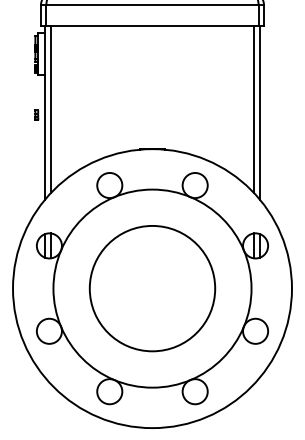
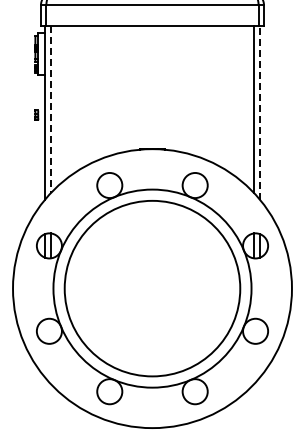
line at (50, 110): solid -> dashed
line at (259, 112): solid -> dashed
circle at (152, 288) diameter: 125 px -> 176 px
